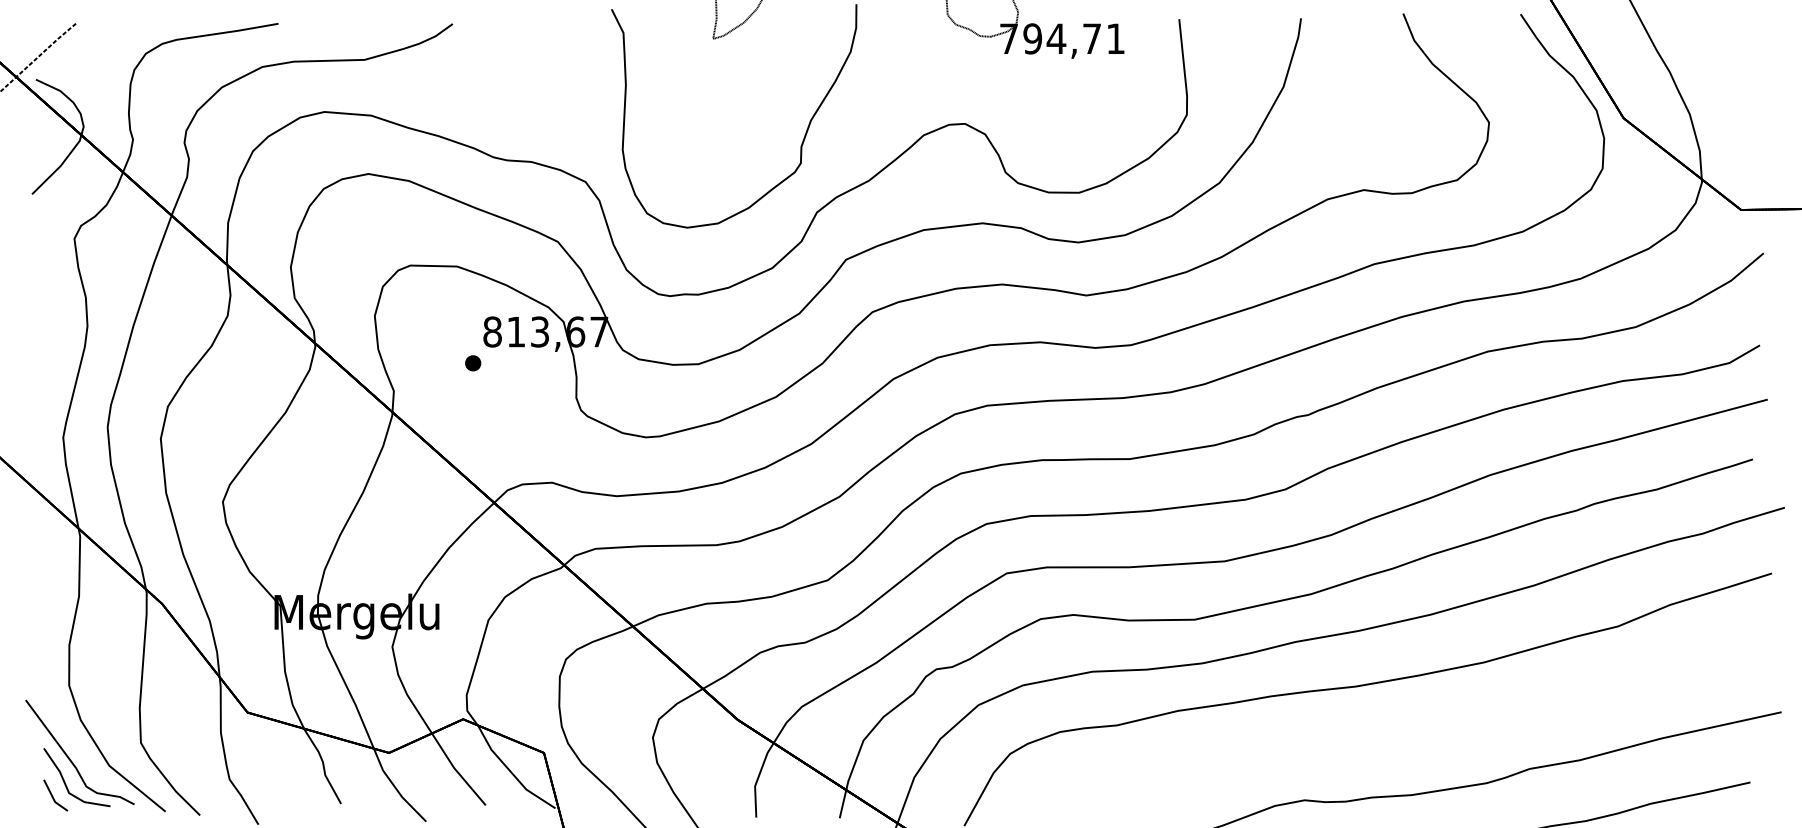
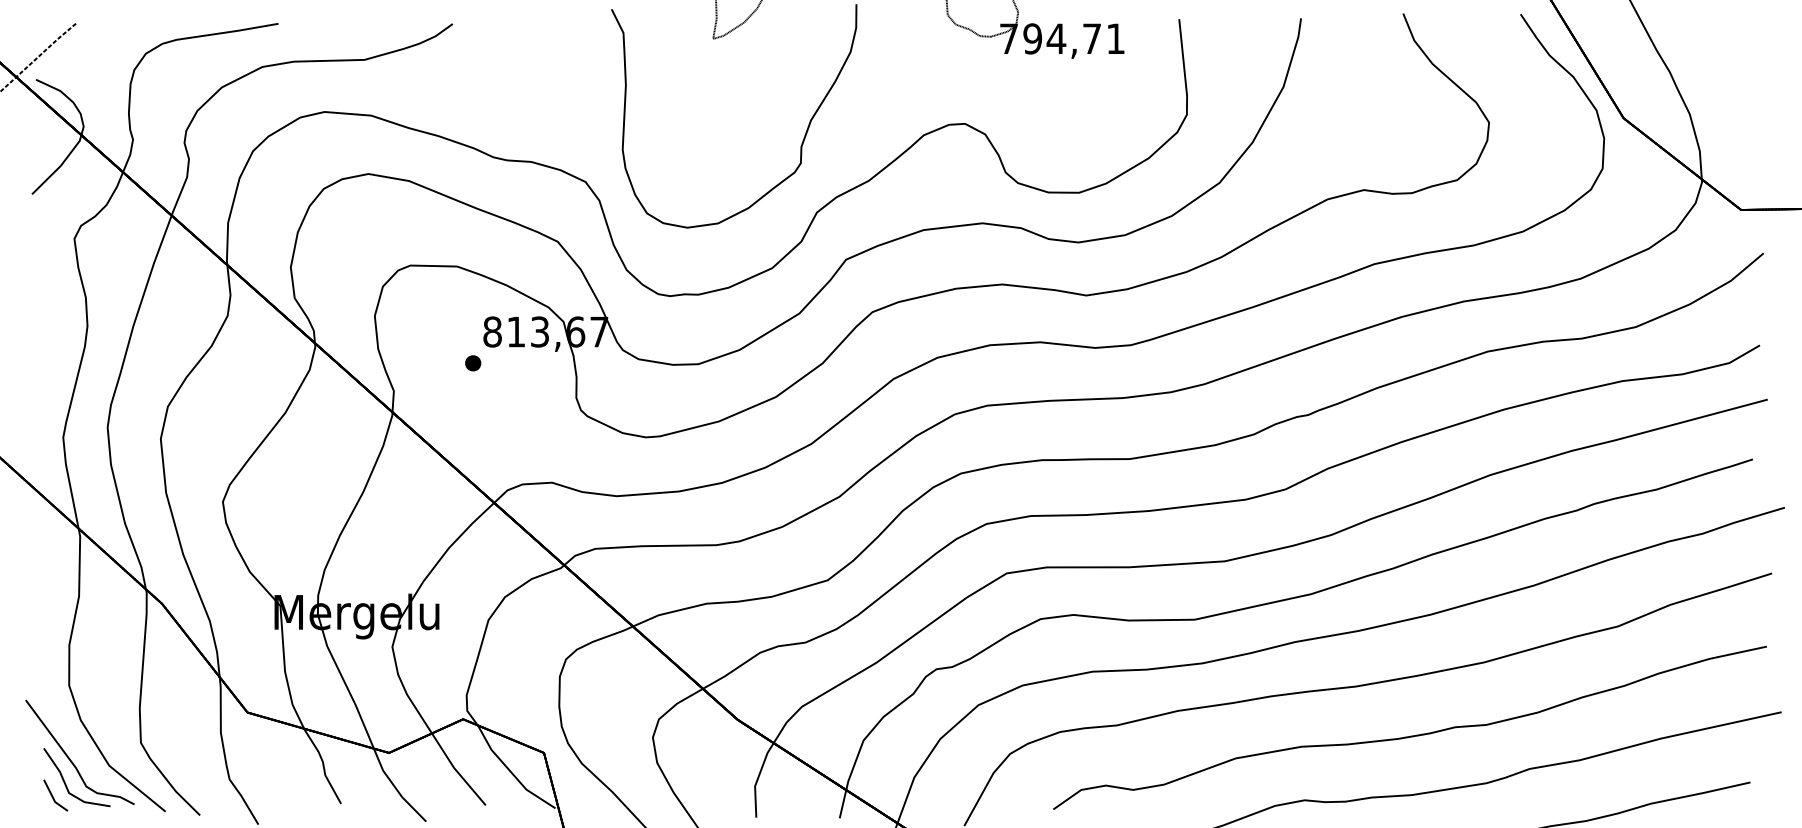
curve at (1410, 735): none -> present
